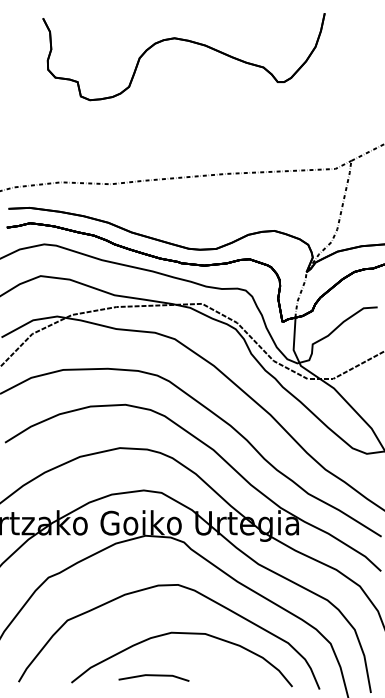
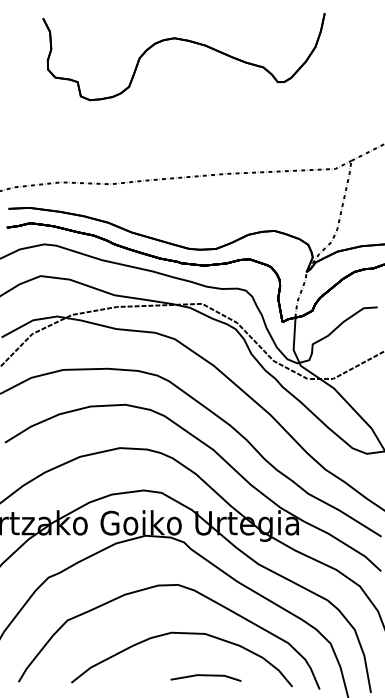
line at (153, 676) position: (153, 676) -> (205, 676)
